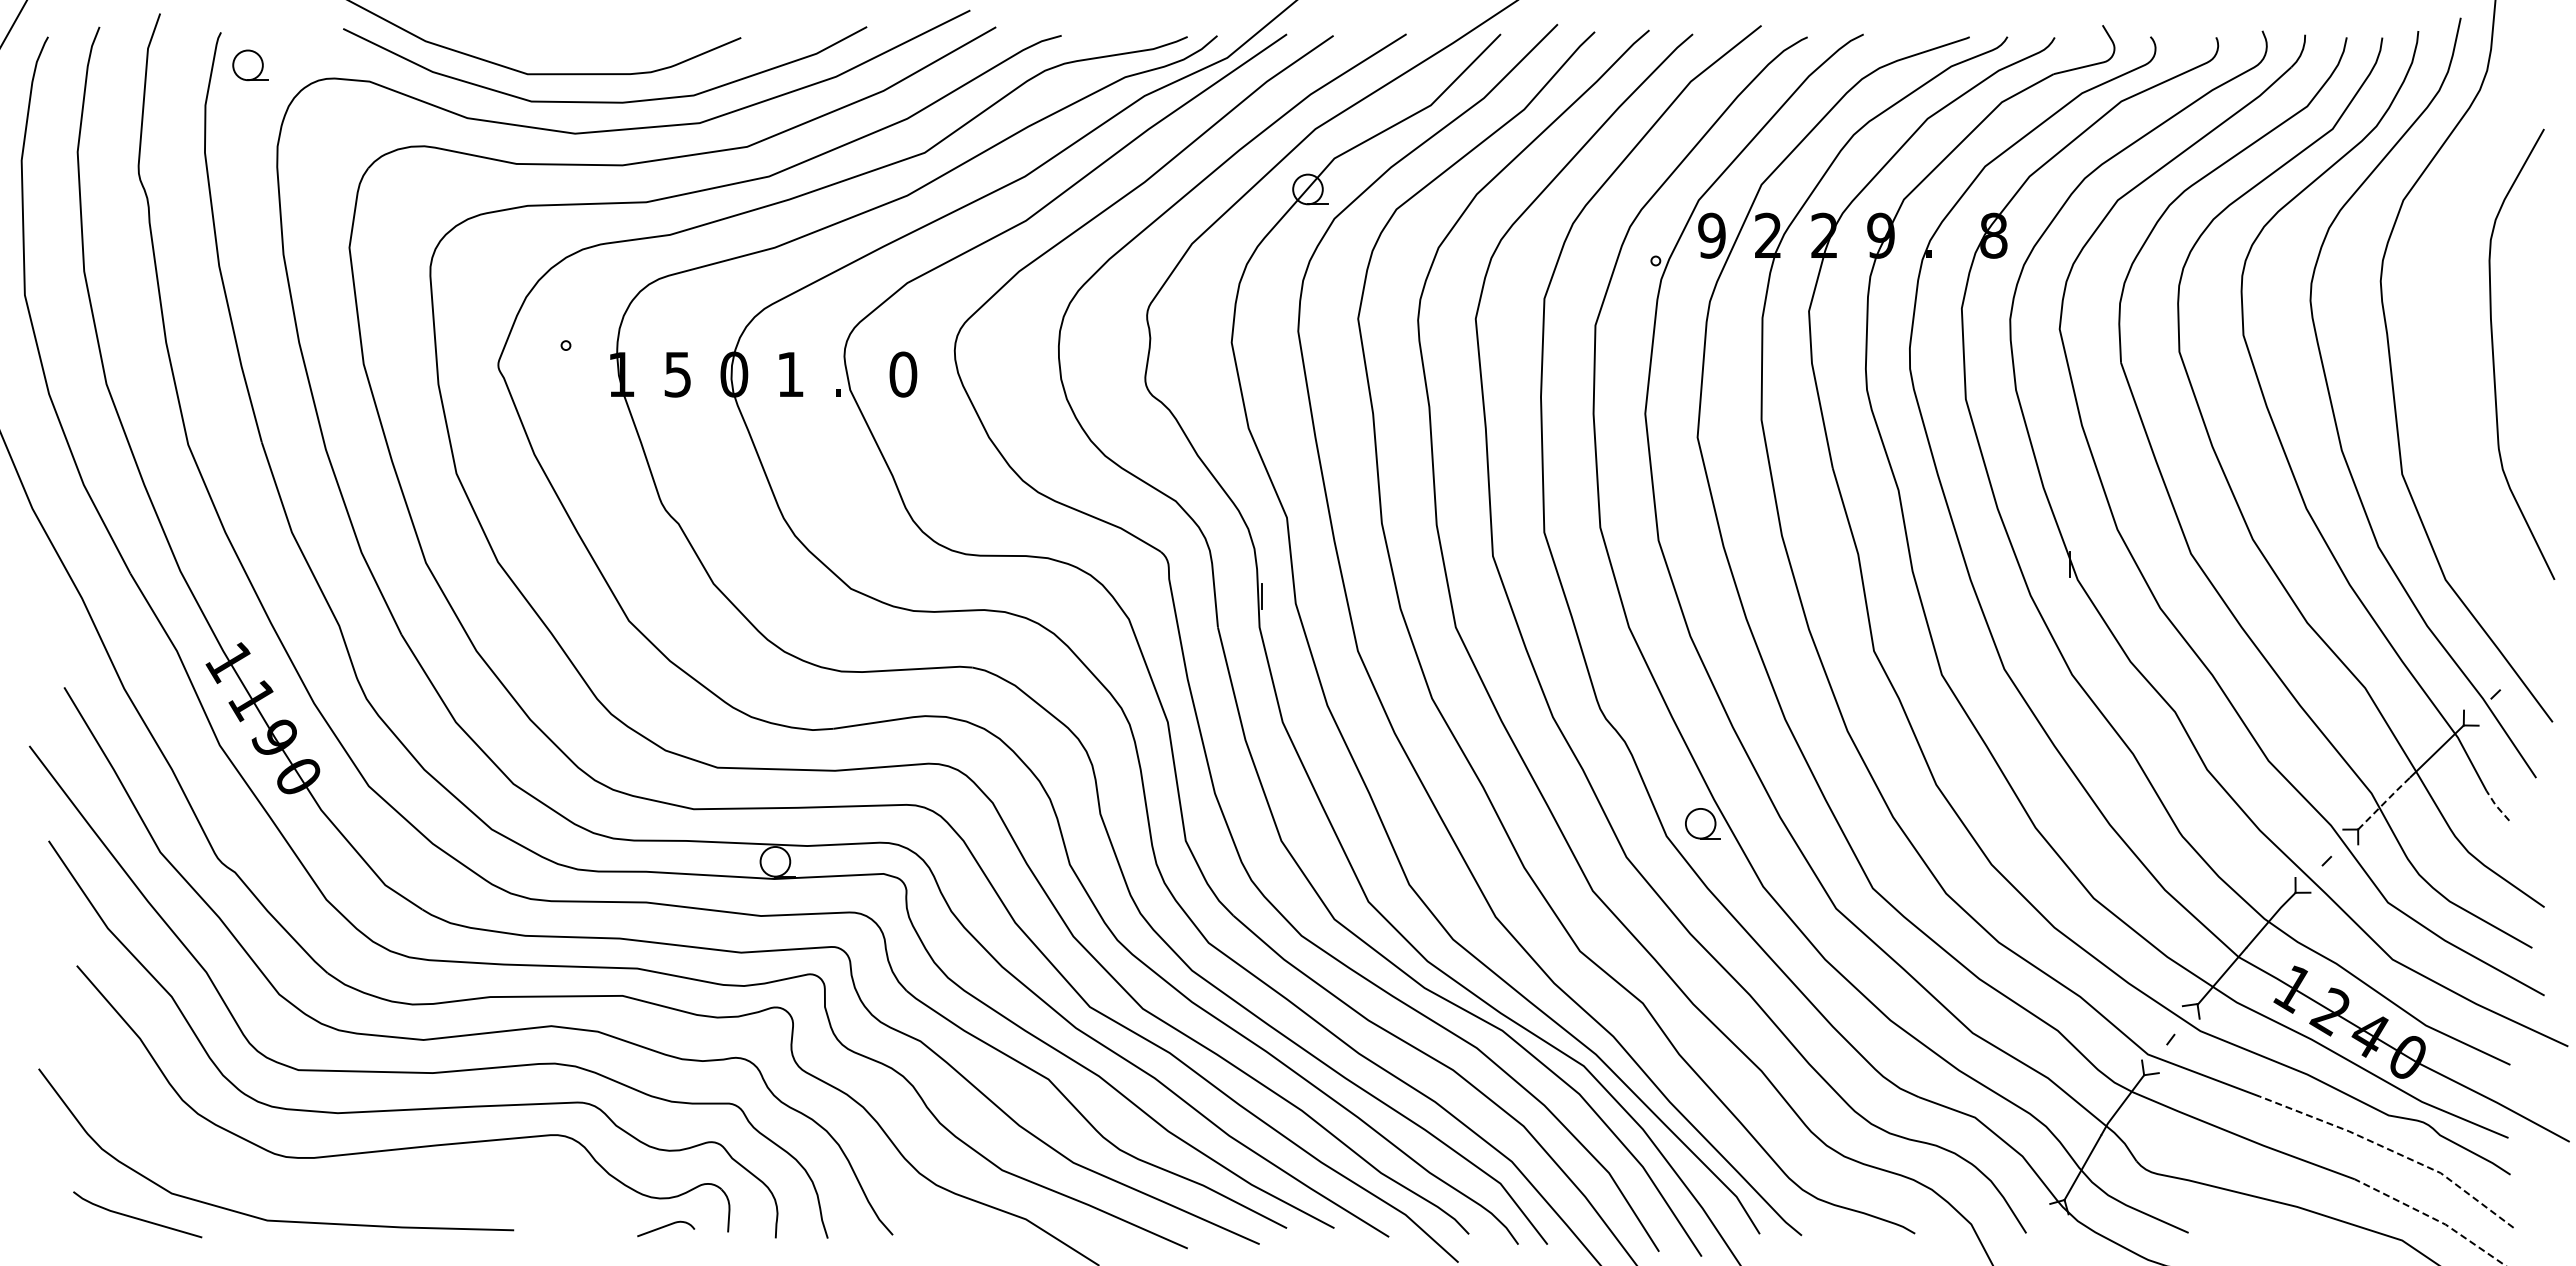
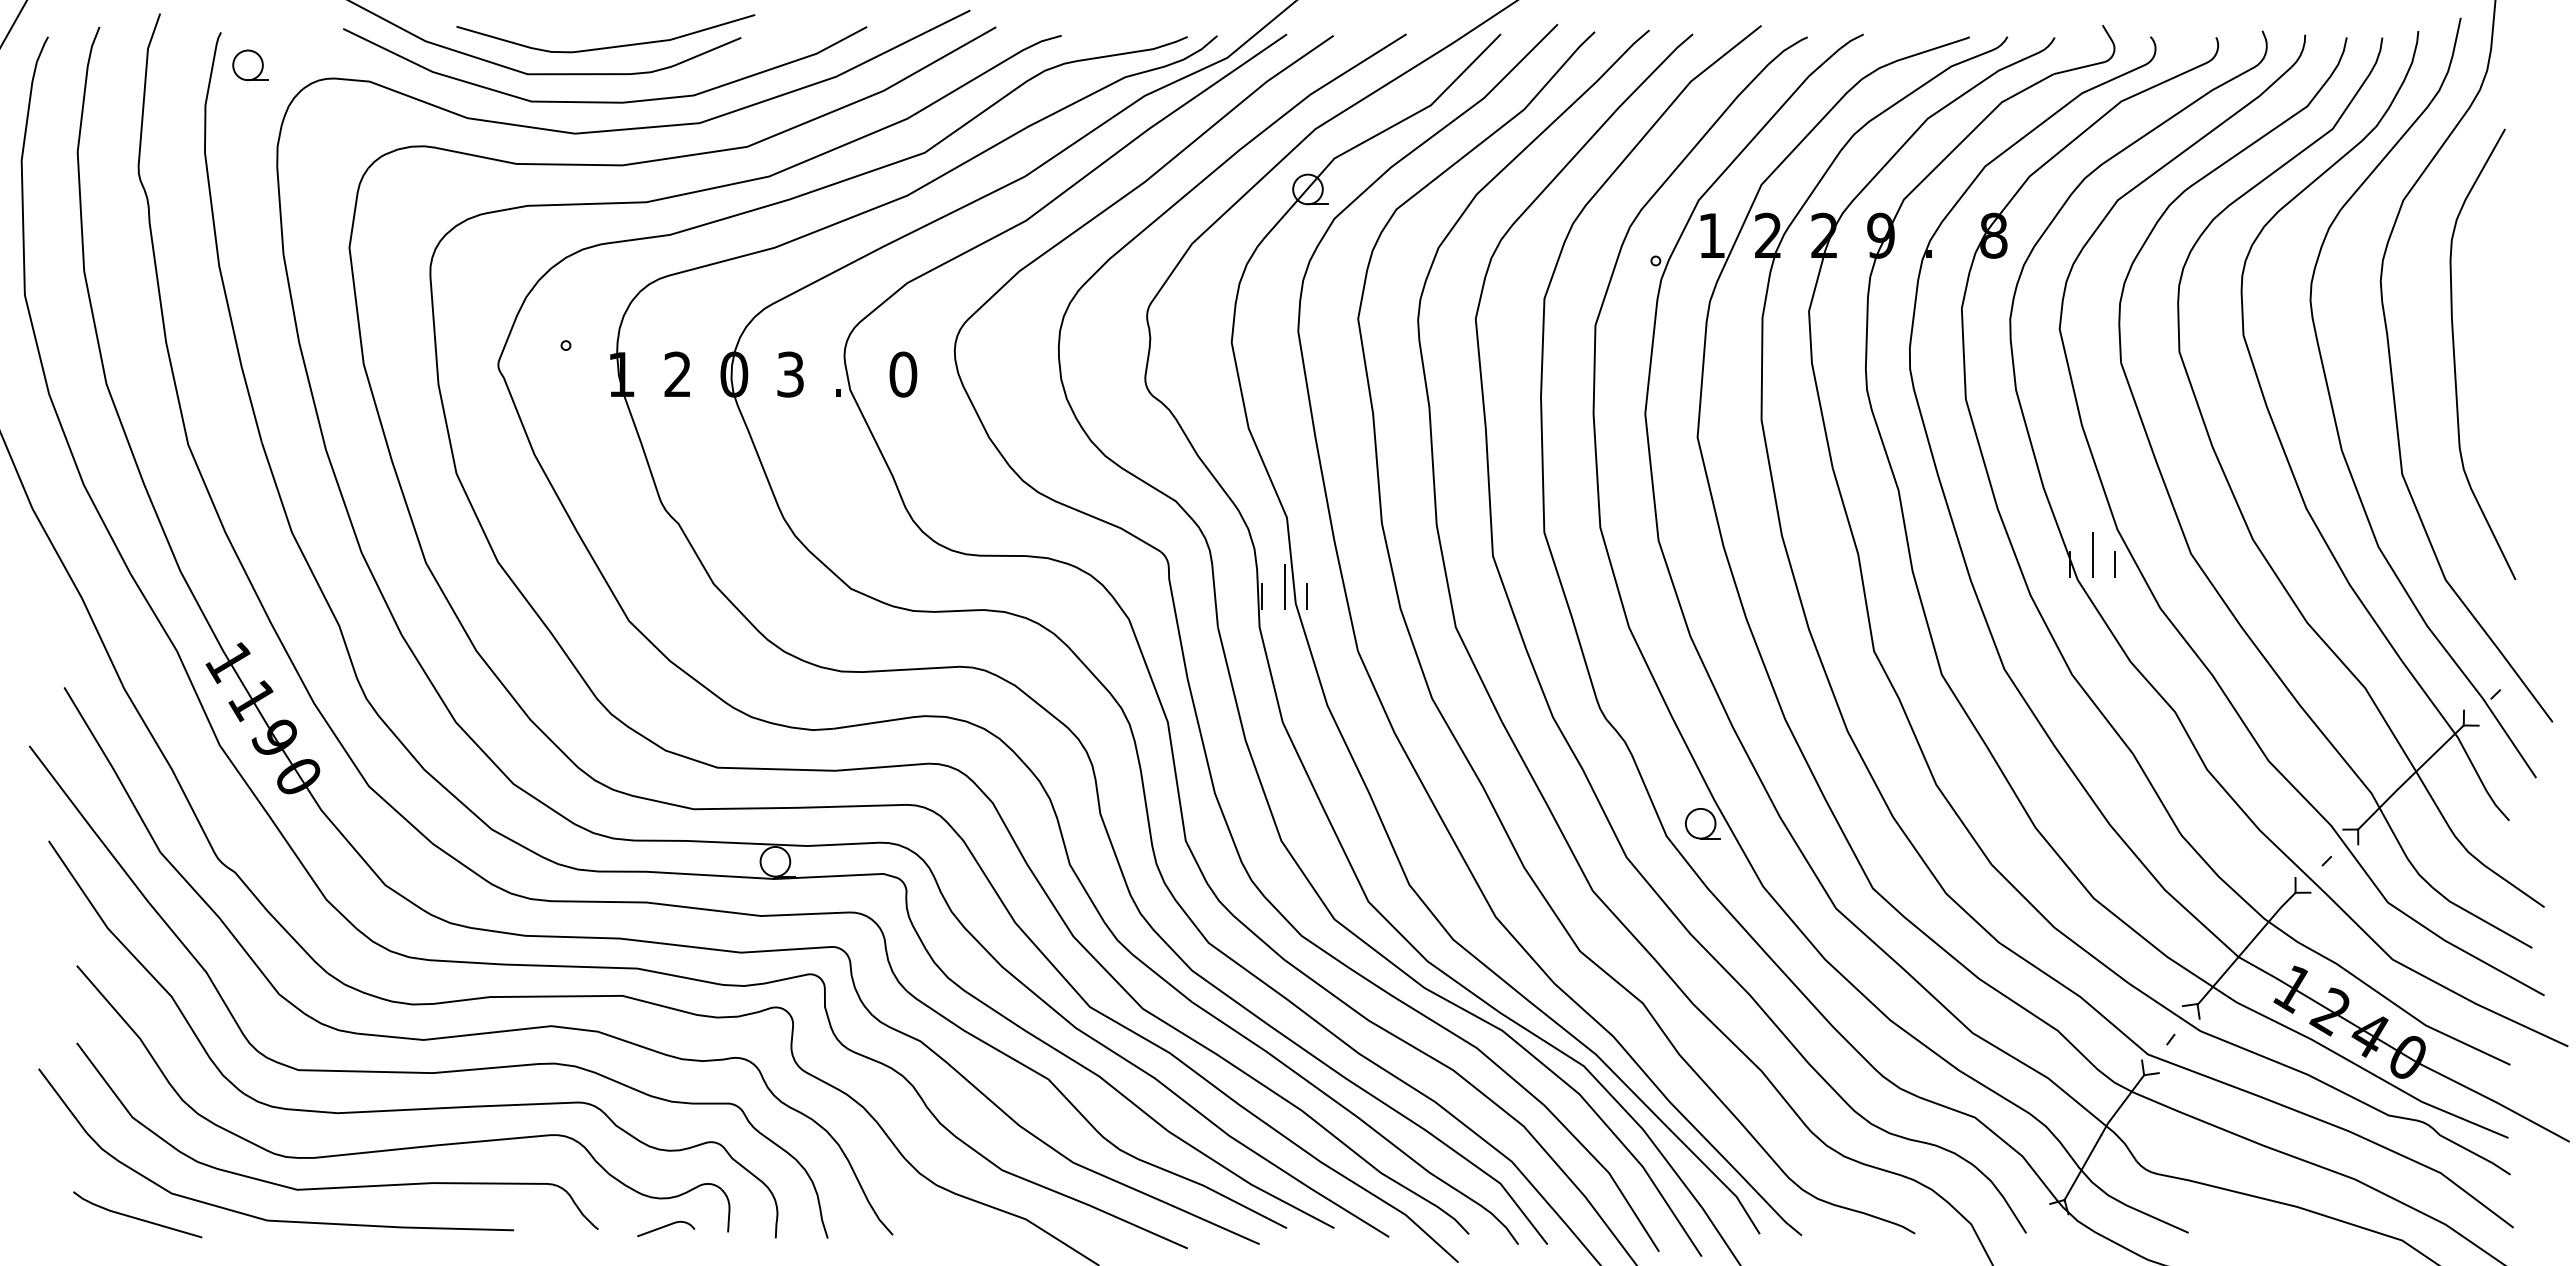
curve at (608, 46): none -> present
text at (1711, 235): 9 -> 1
curve at (2494, 356) position: (2494, 356) -> (2455, 356)
text at (677, 374): 5 -> 2
text at (790, 374): 1 -> 3
line at (2092, 554): none -> present
line at (2114, 564): none -> present
line at (1284, 586): none -> present
line at (1306, 596): none -> present
line at (2384, 802): dashed -> solid
line at (2496, 805): dashed -> solid
line at (2392, 1151): dashed -> solid
curve at (338, 1186): none -> present
line at (2433, 1218): dashed -> solid
